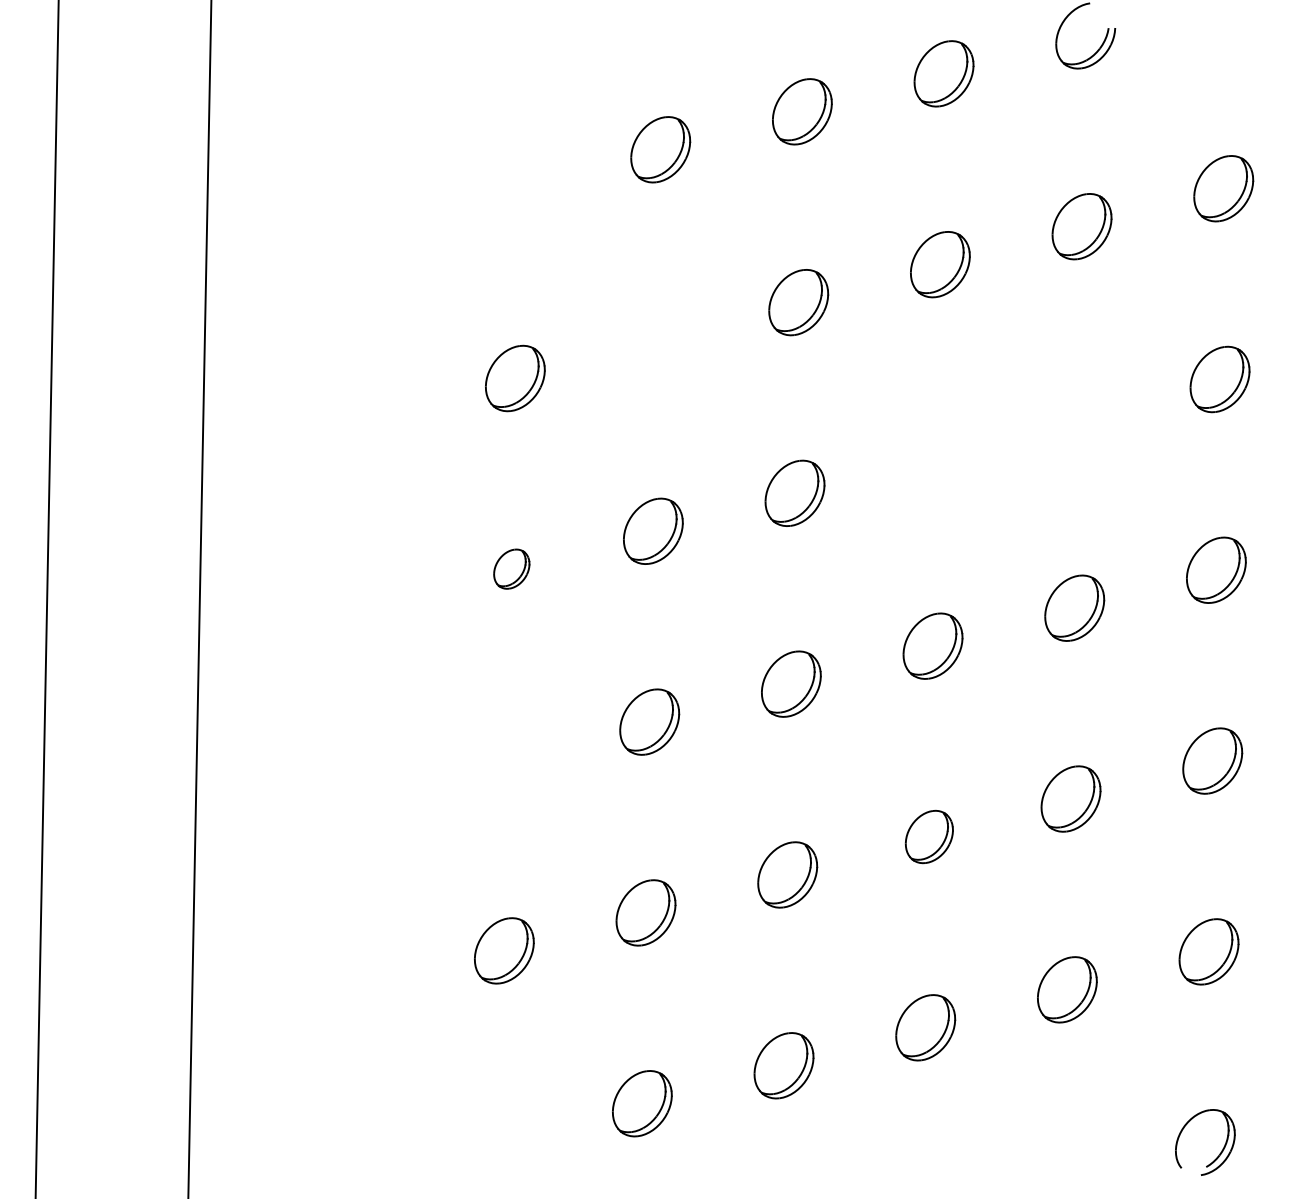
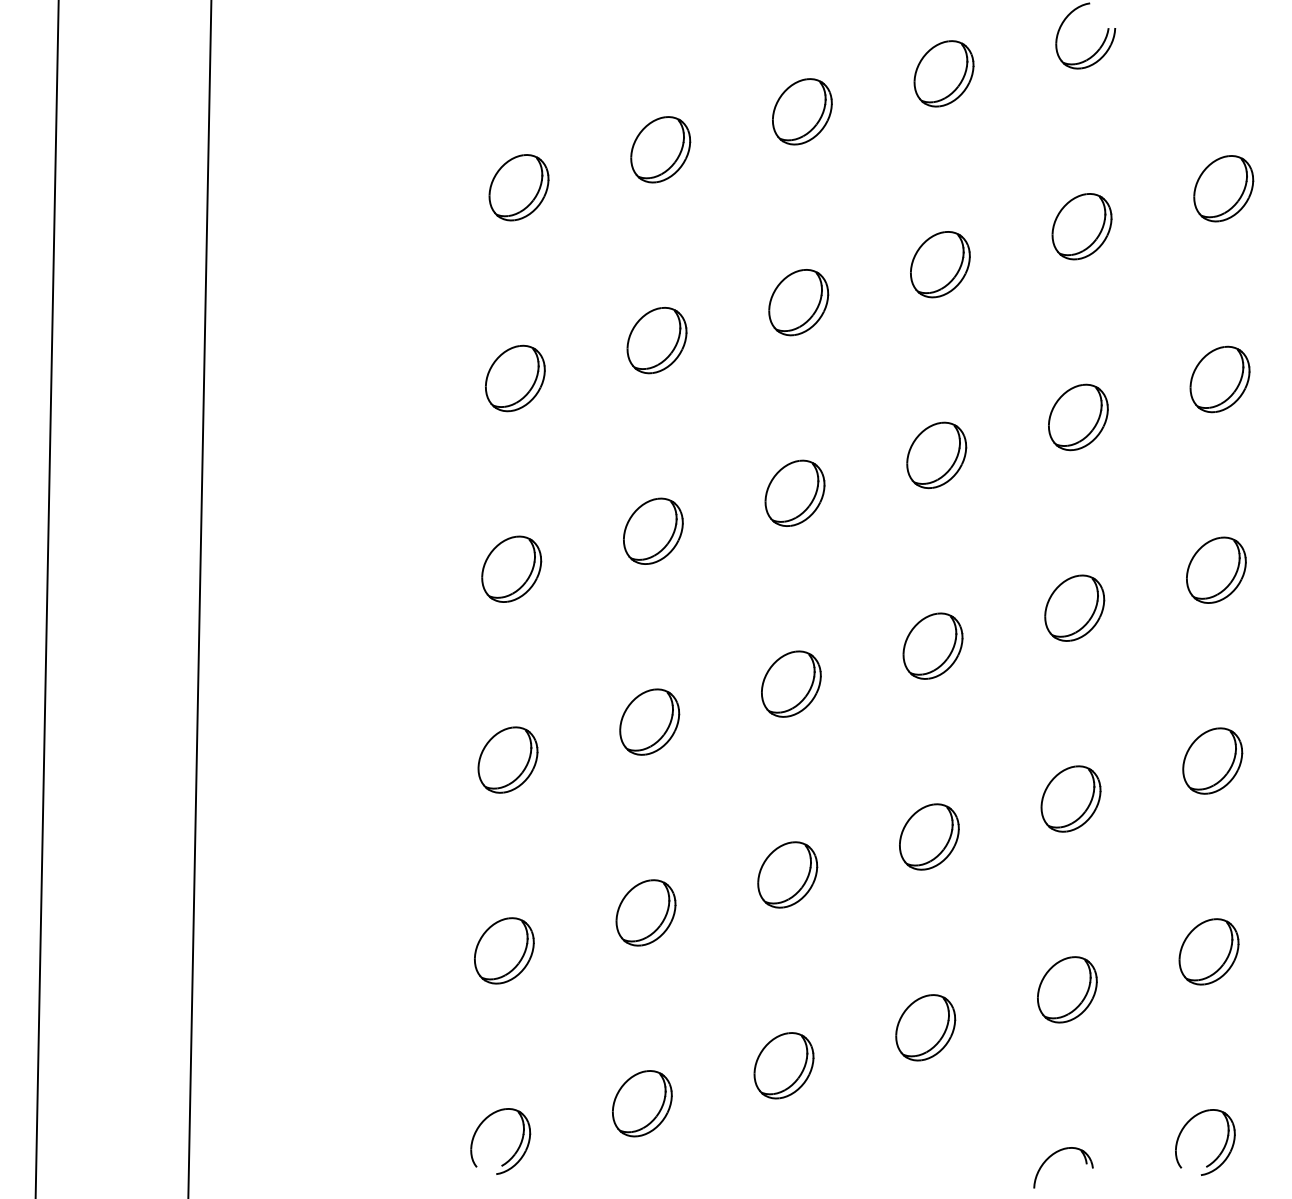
part at (518, 187): none -> present
part at (656, 340): none -> present
part at (1078, 417): none -> present
part at (936, 455): none -> present
part at (511, 568) size: 38x42 px -> 62x68 px
part at (507, 759): none -> present
part at (928, 836) size: 50x56 px -> 61x68 px
part at (515, 1151): none -> present
part at (1053, 1155): none -> present
